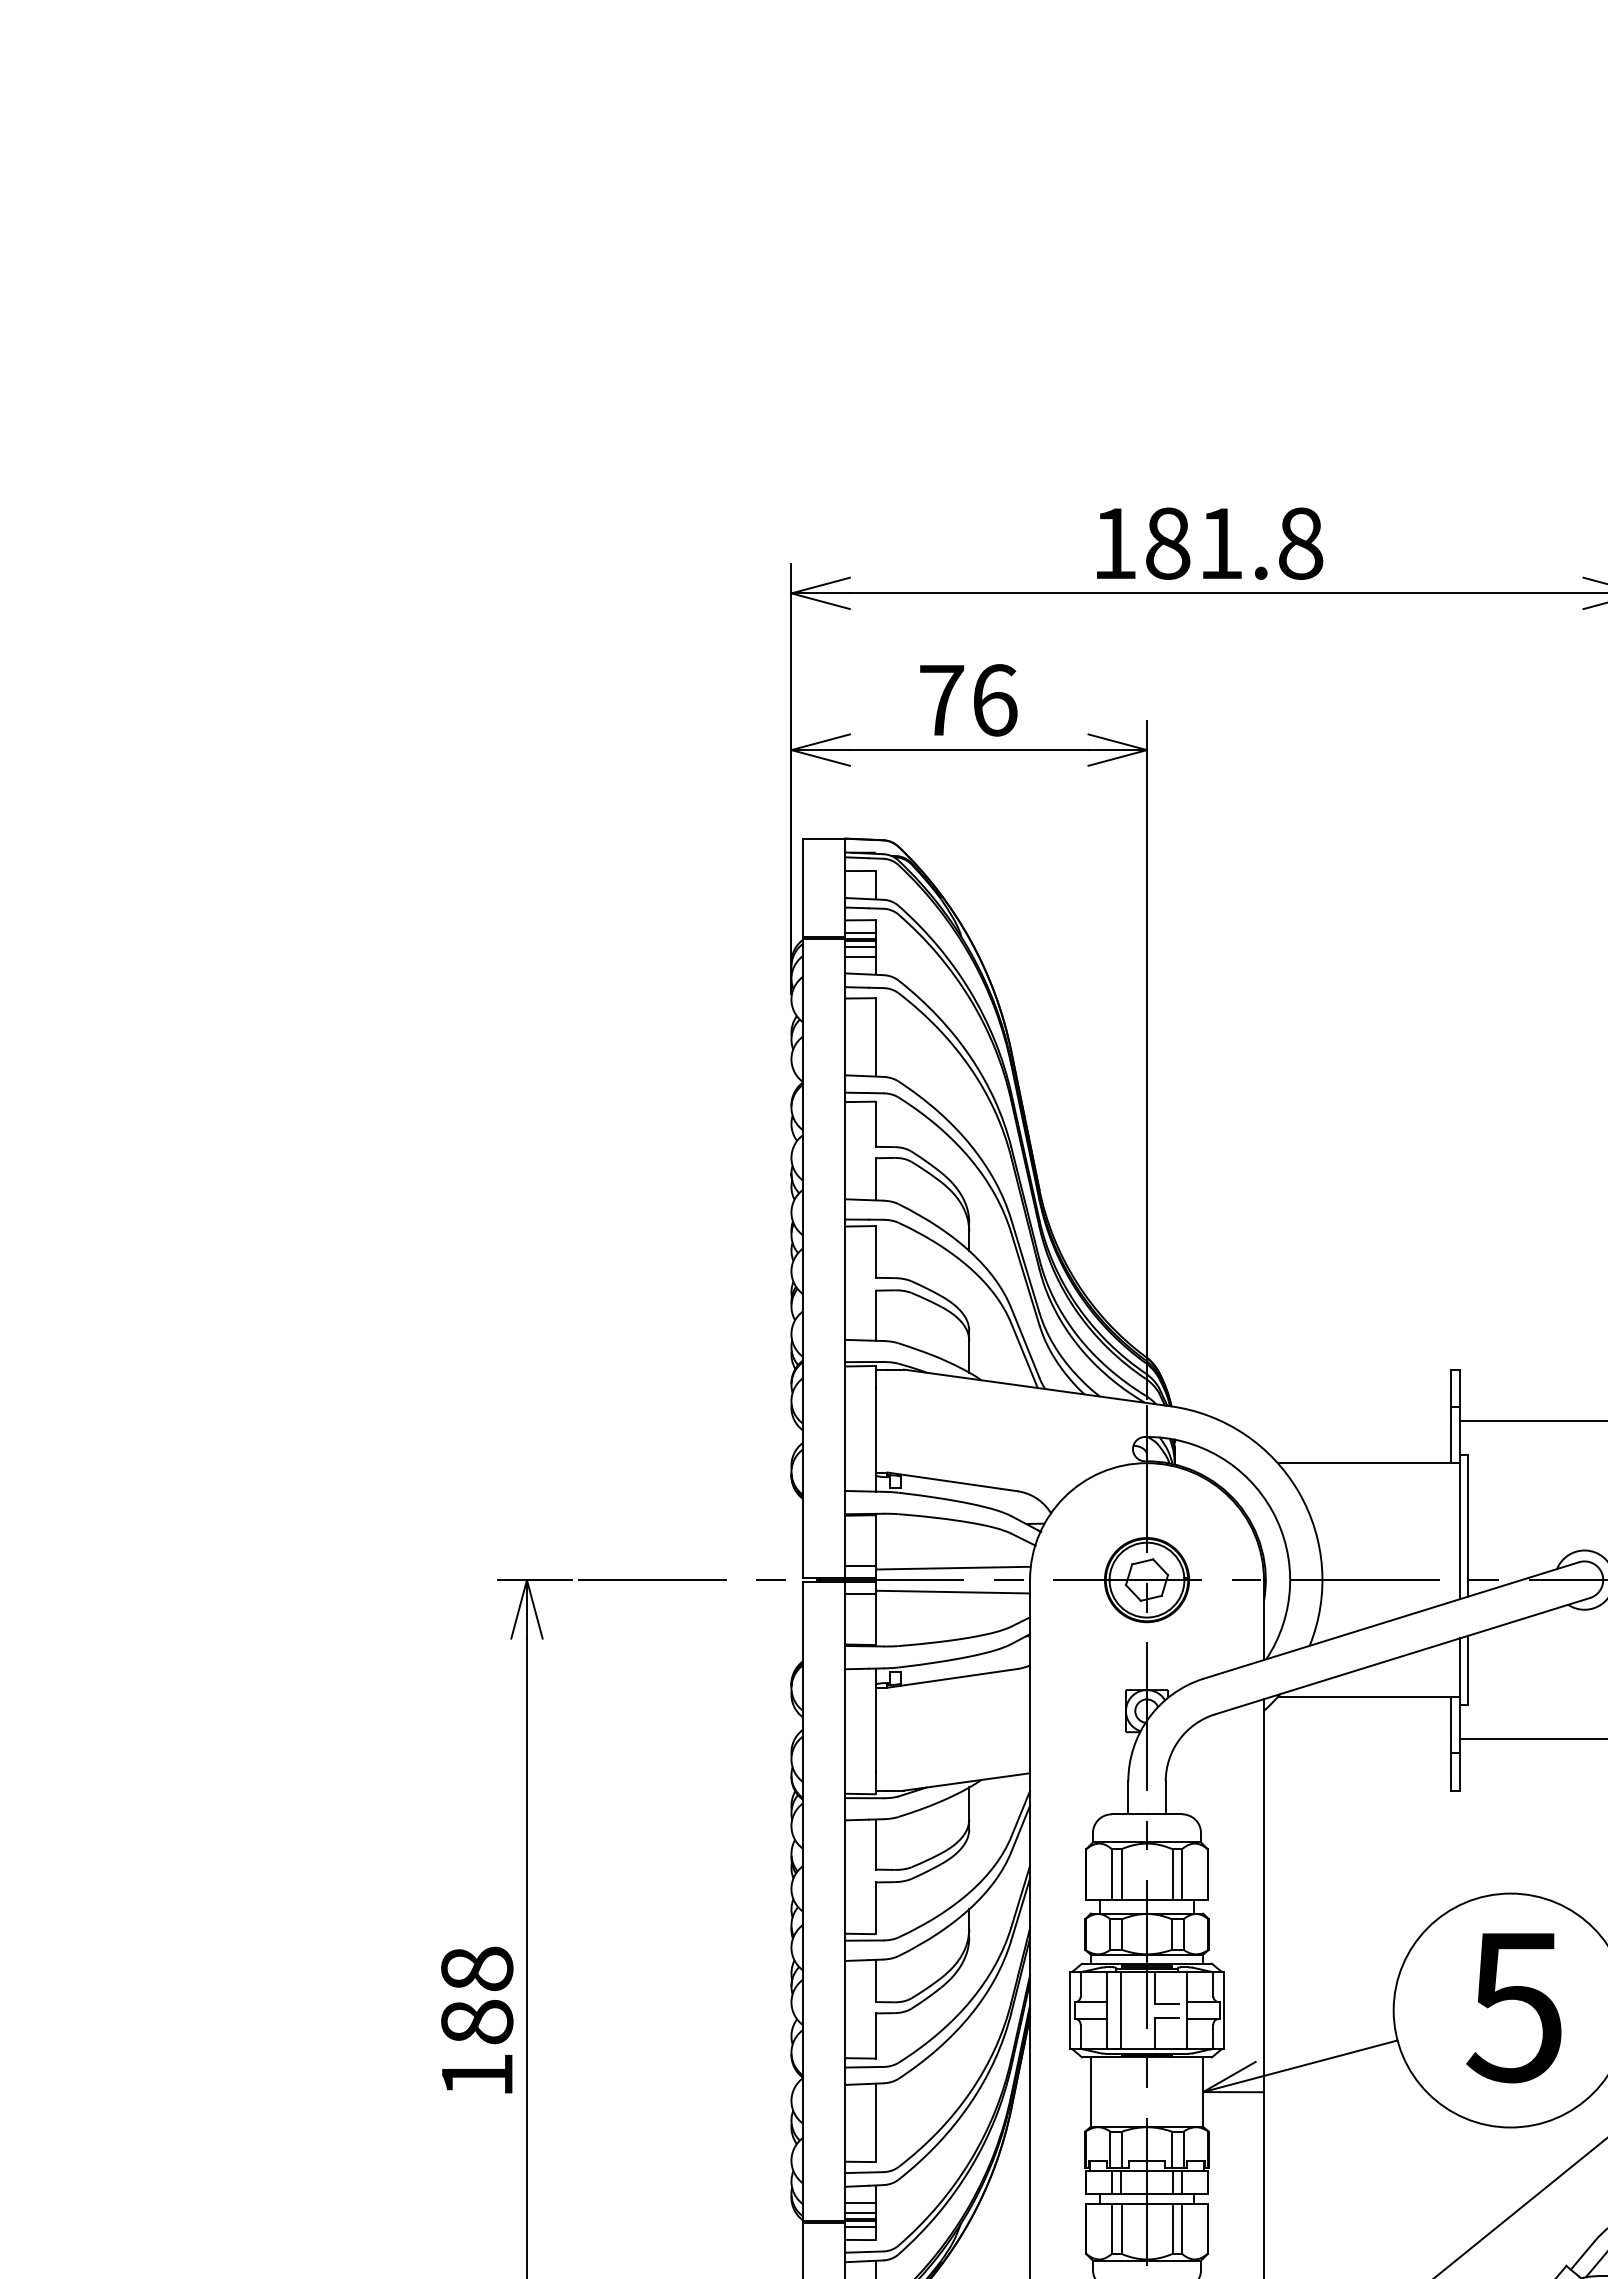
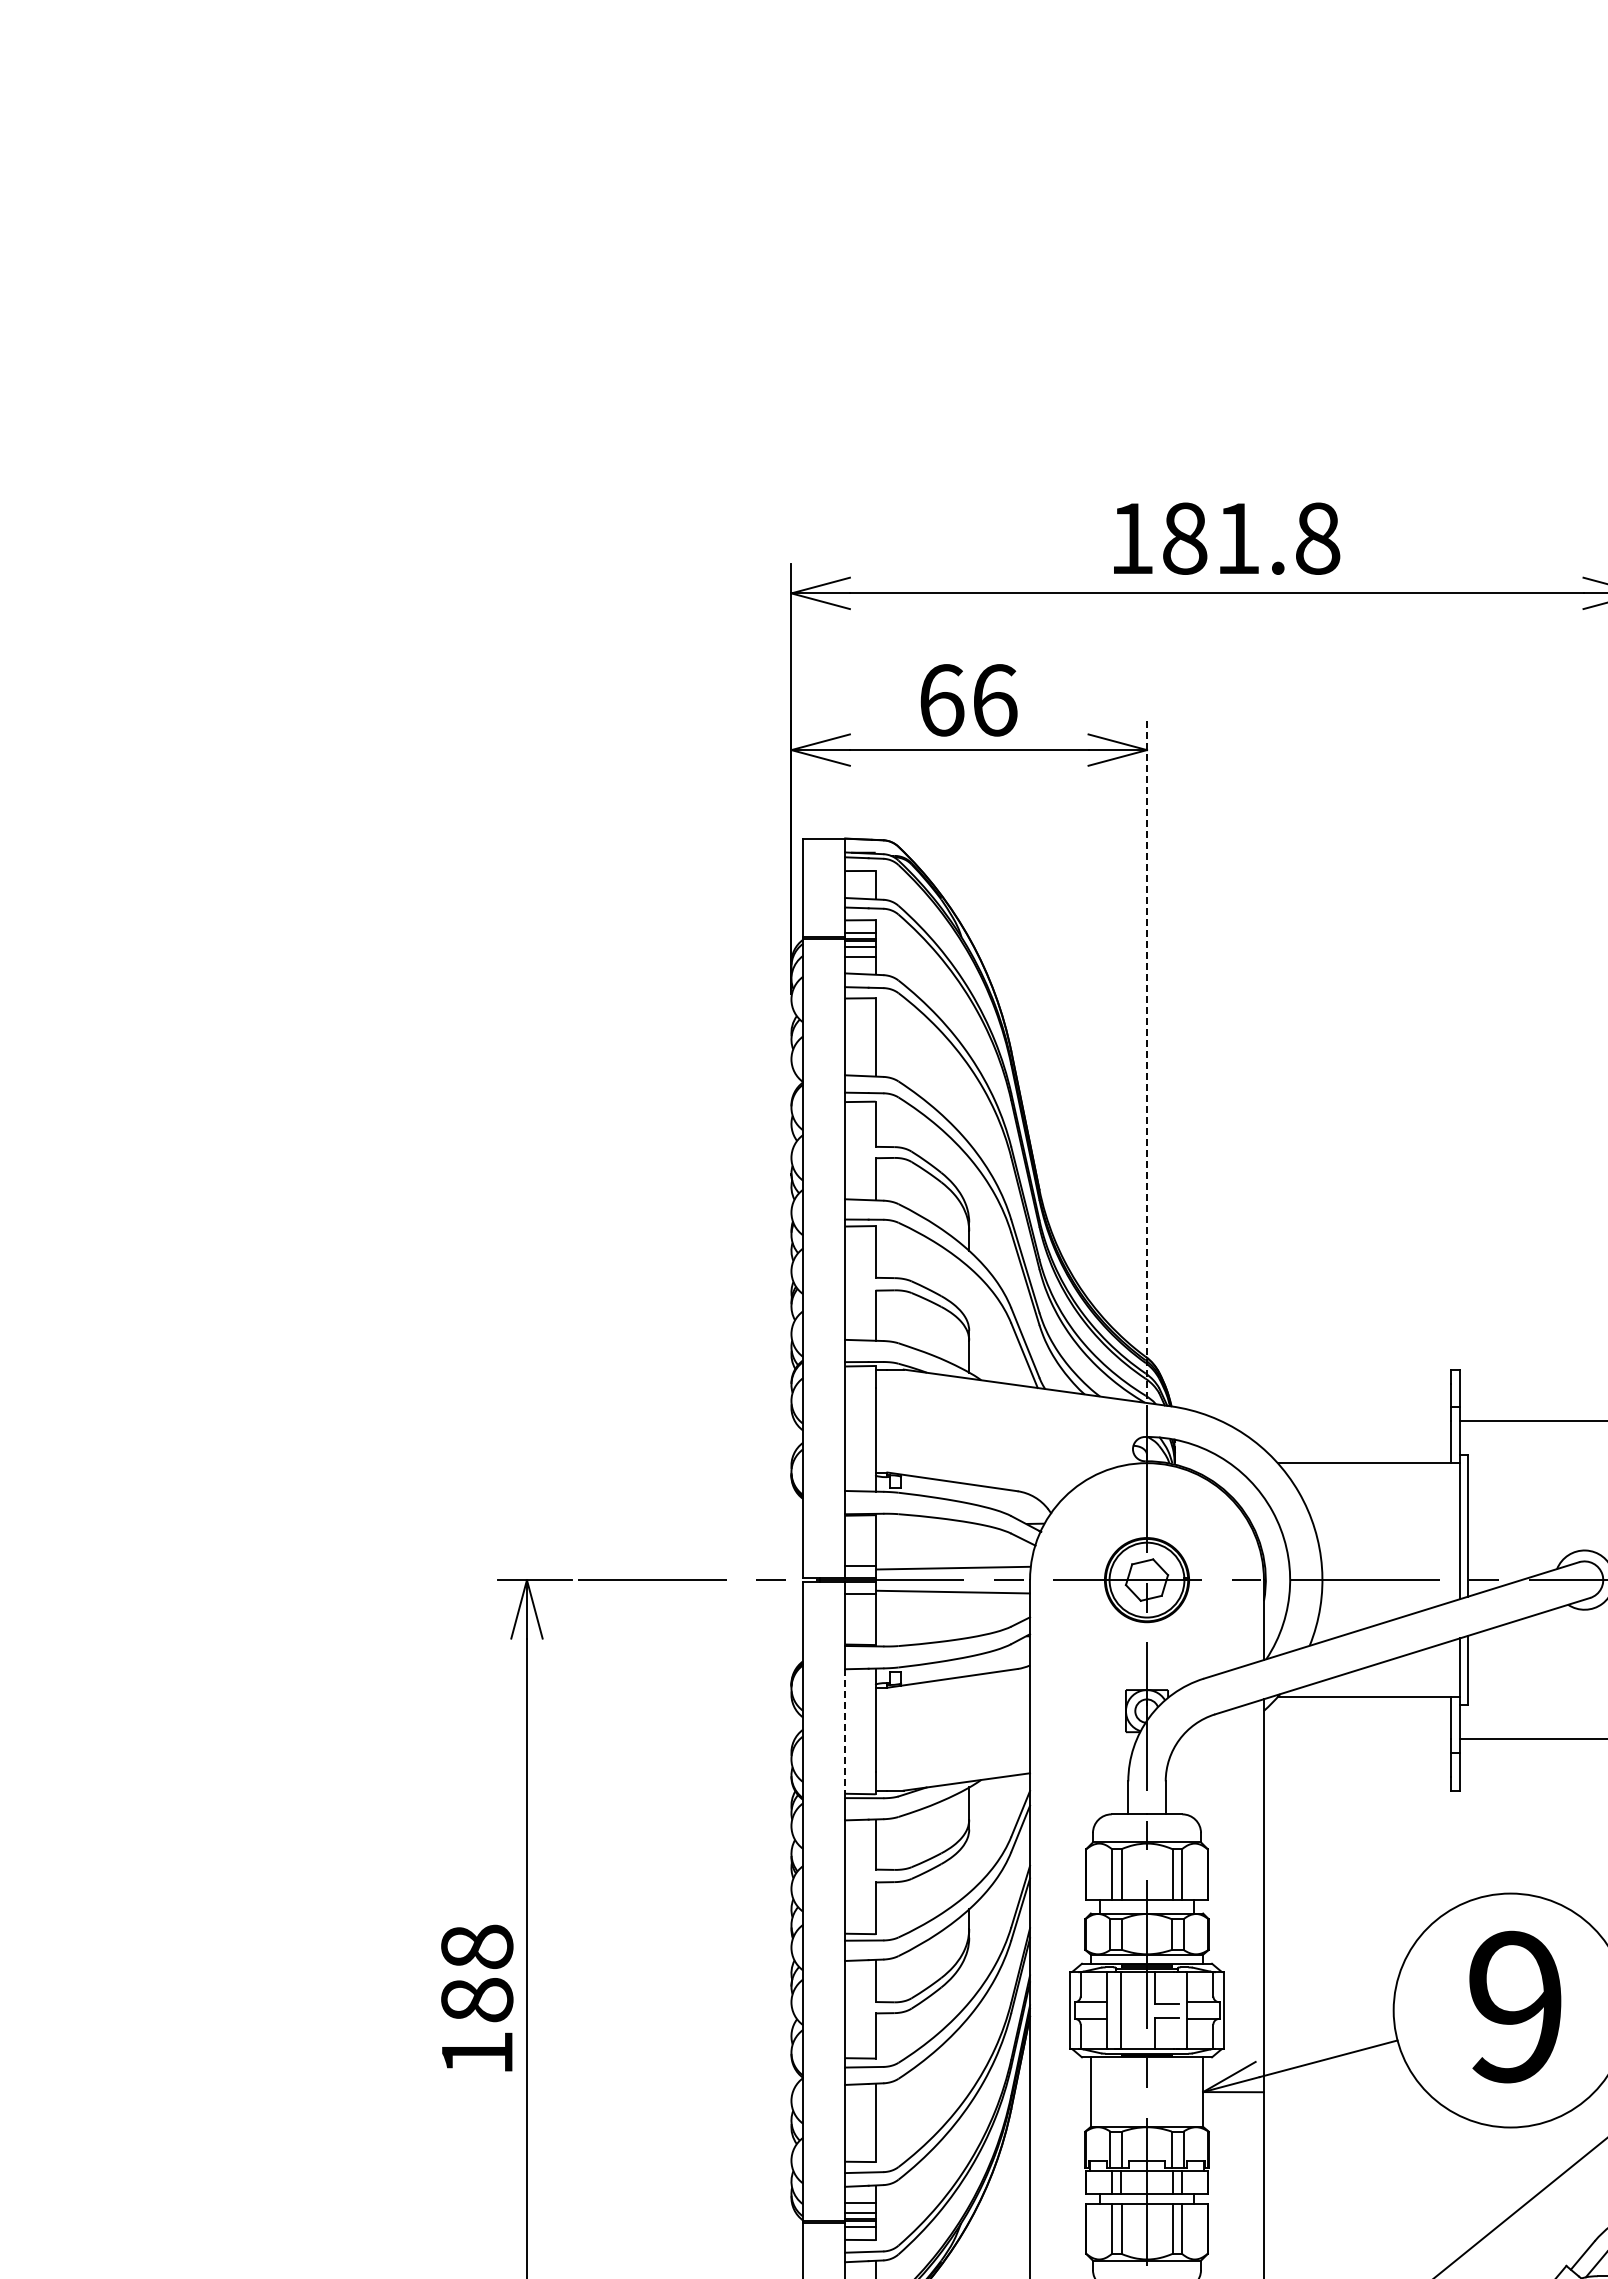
text at (1210, 543) position: (1210, 543) -> (1227, 538)
text at (942, 700): 76 -> 66
line at (1147, 1059): solid -> dashed
line at (845, 1734): solid -> dashed
text at (1513, 2006): 5 -> 9
text at (477, 2019) position: (477, 2019) -> (477, 1997)
